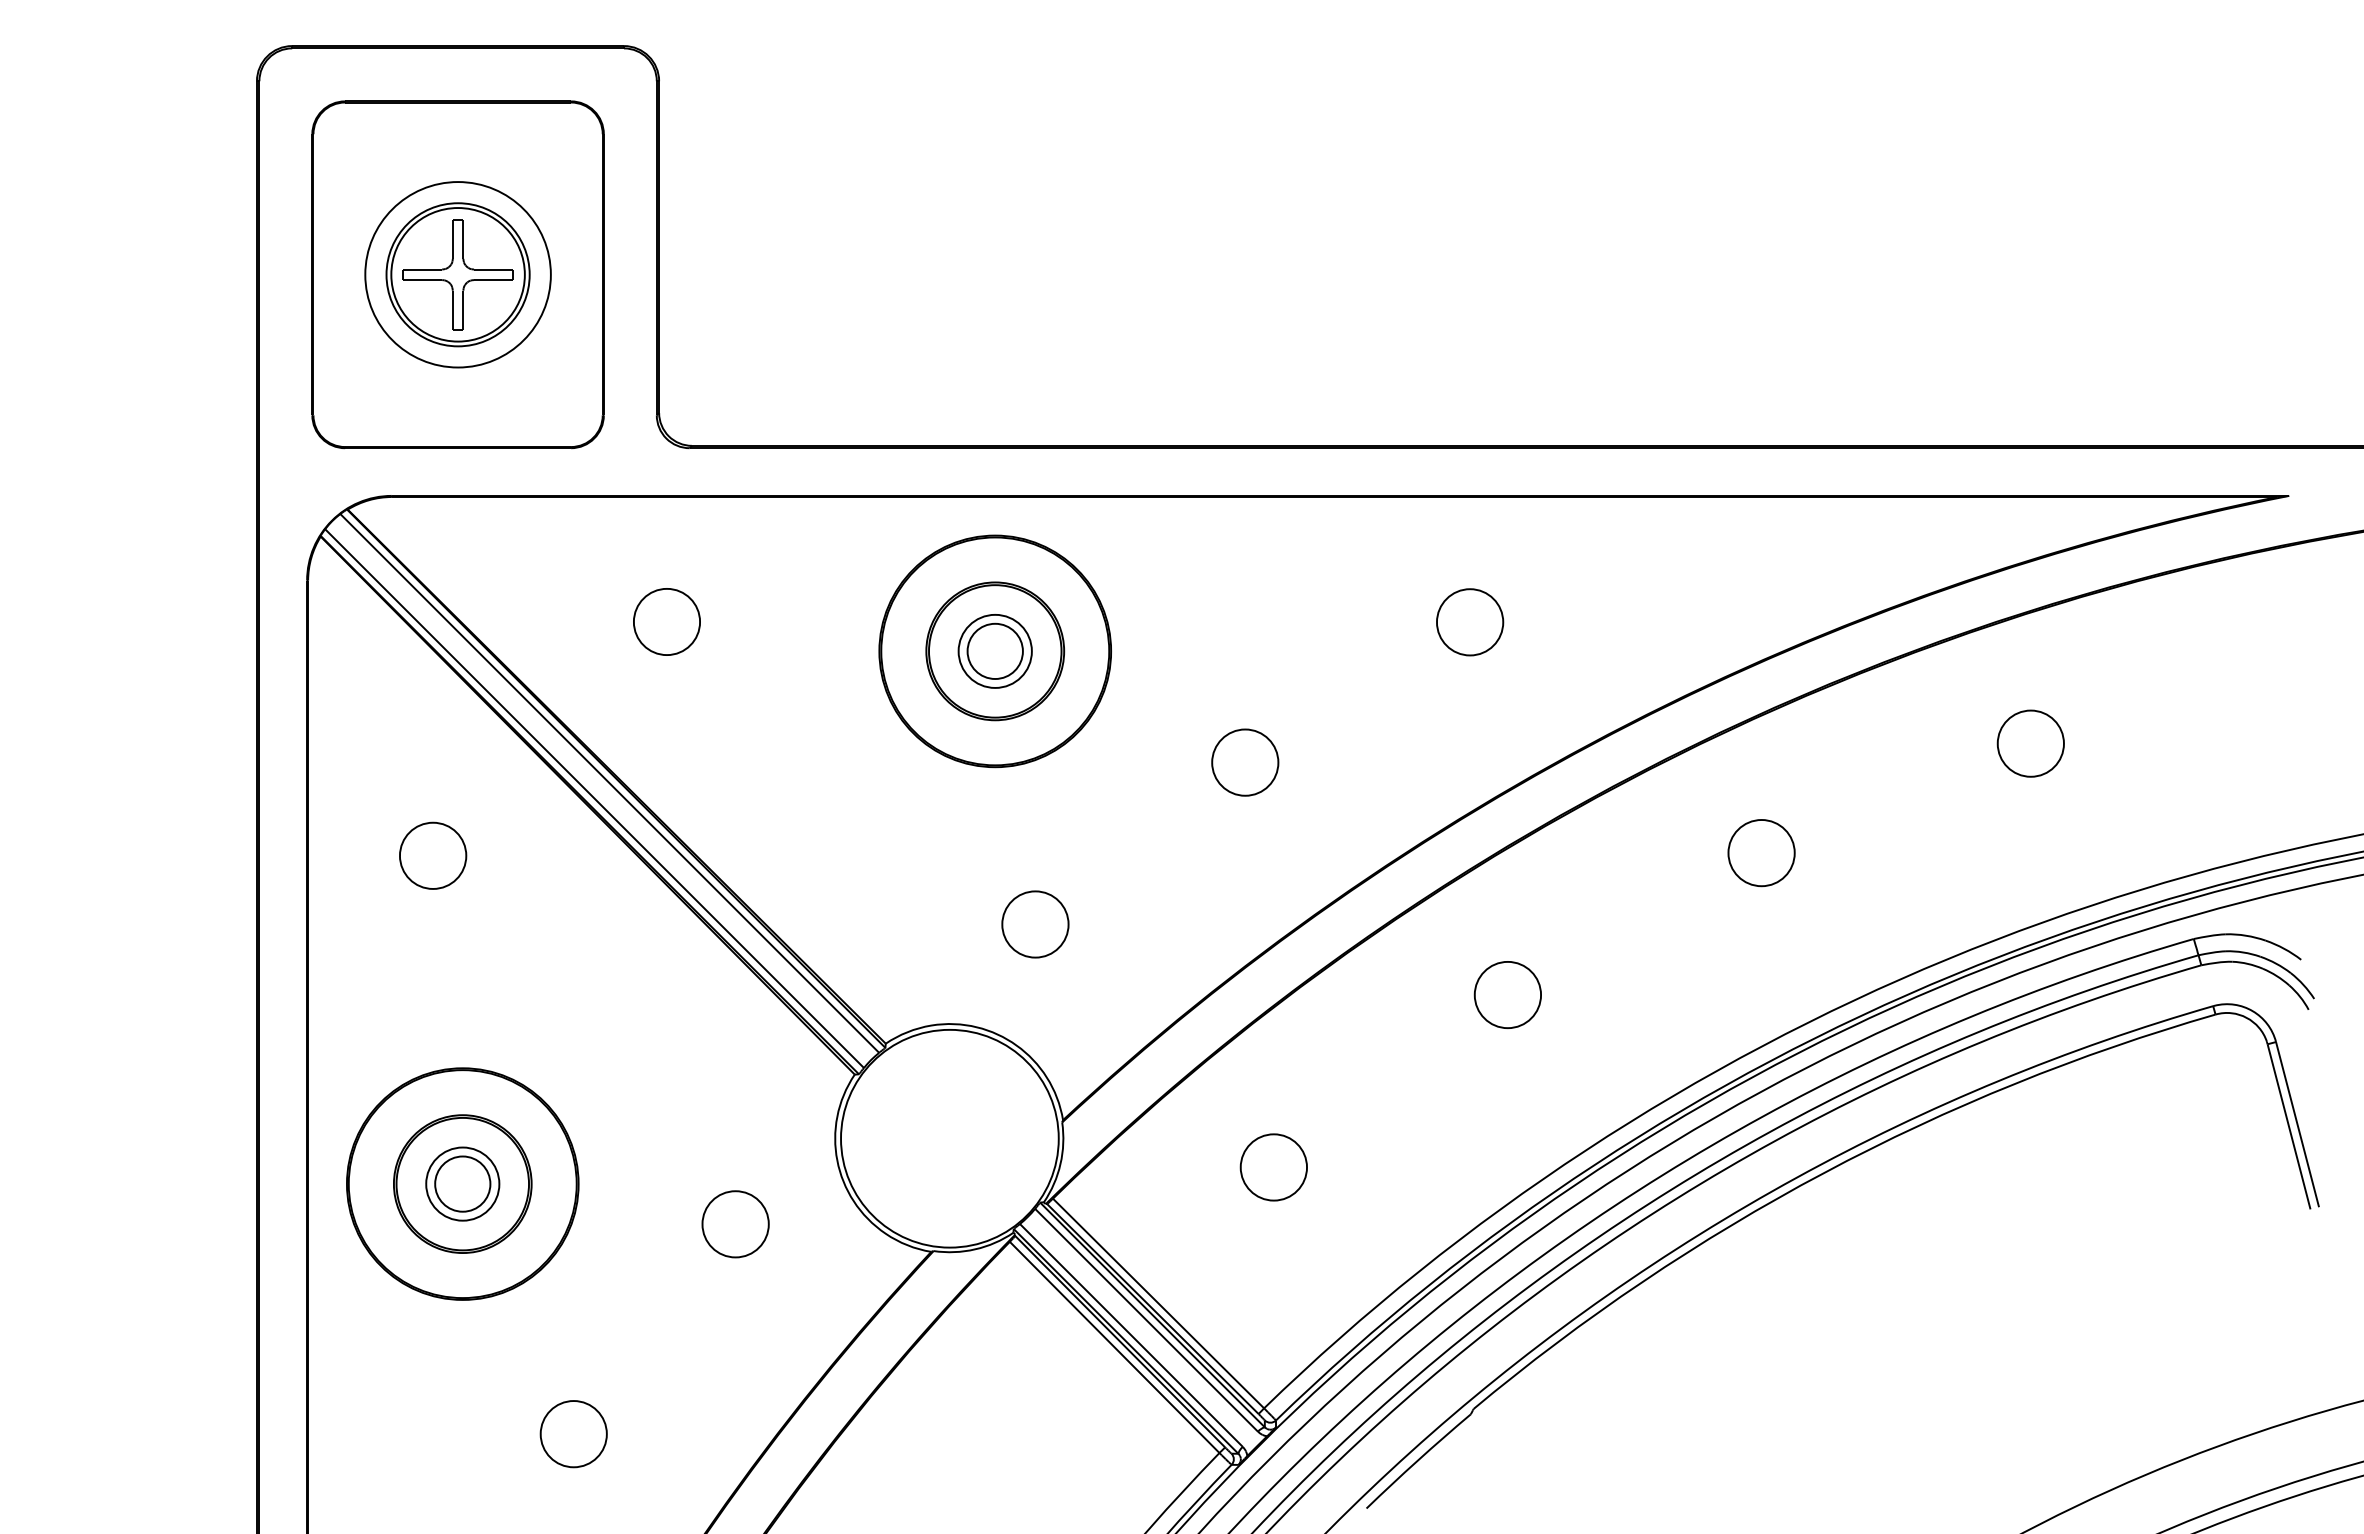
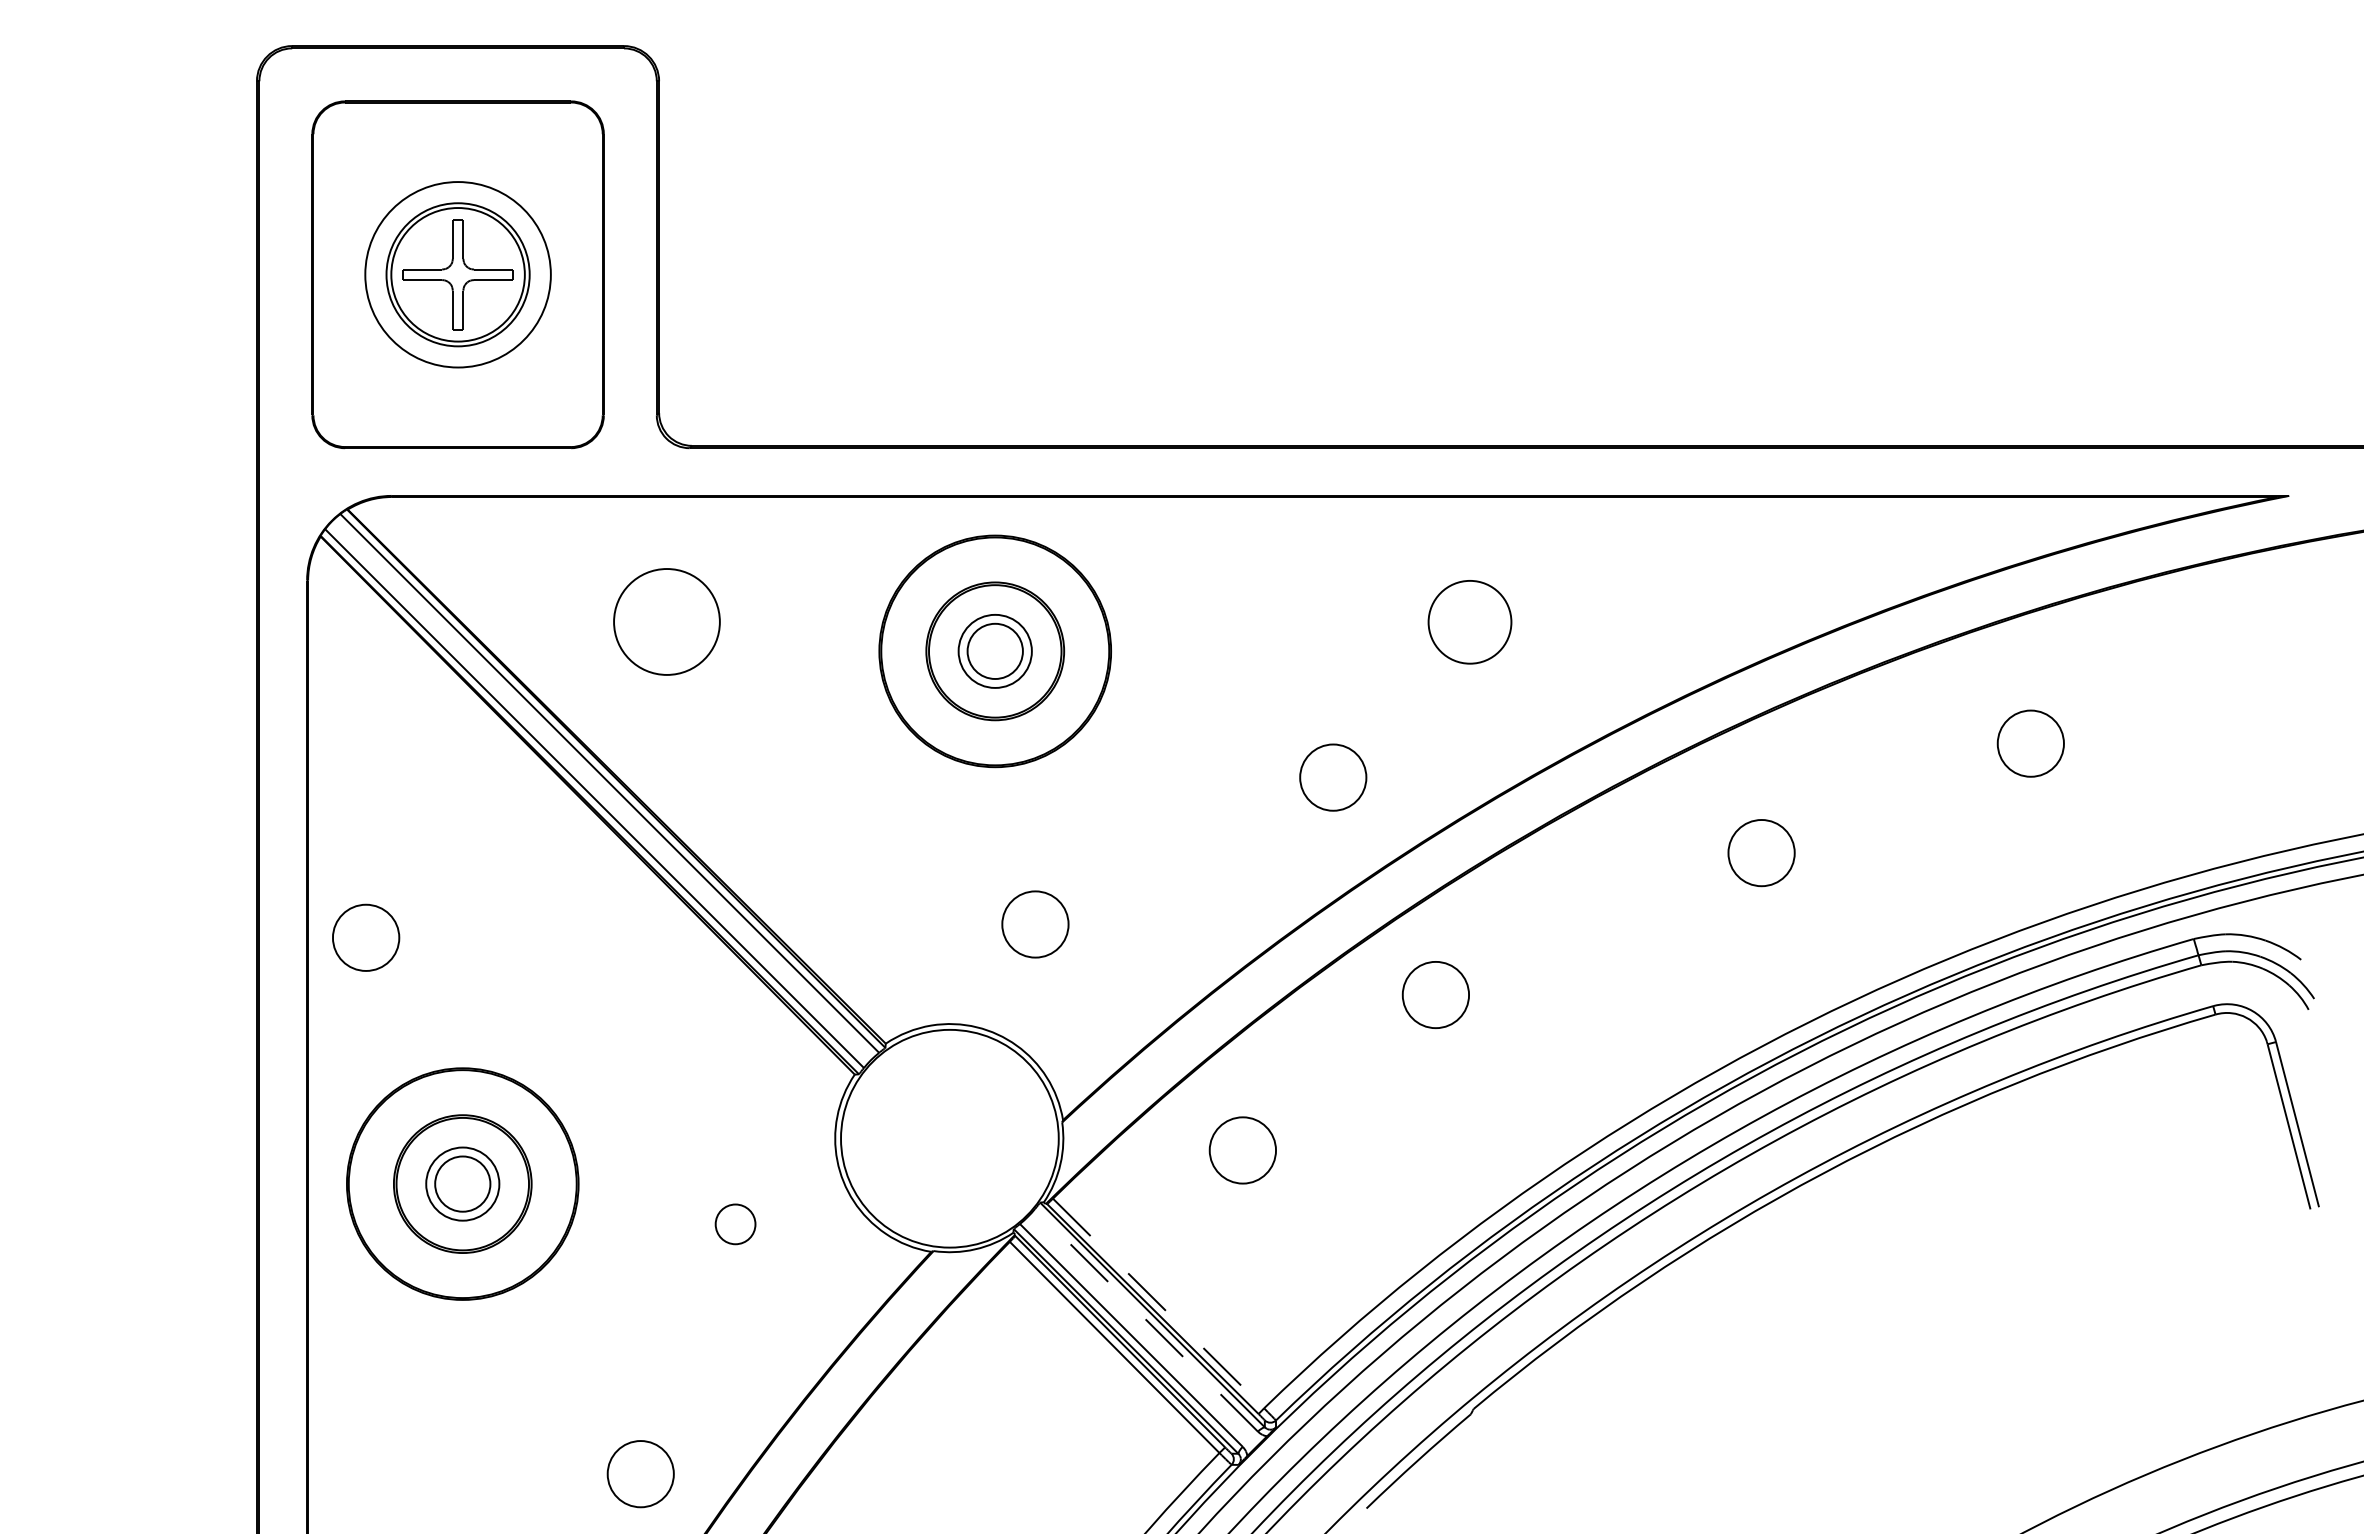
part at (666, 621) size: 68x68 px -> 108x108 px
part at (1470, 622) size: 69x69 px -> 86x85 px
part at (1245, 762) position: (1245, 762) -> (1333, 777)
part at (433, 855) position: (433, 855) -> (366, 937)
part at (1507, 994) position: (1507, 994) -> (1435, 994)
part at (1273, 1167) position: (1273, 1167) -> (1242, 1150)
part at (735, 1224) size: 69x69 px -> 43x43 px
line at (1158, 1303): solid -> dashed
line at (1146, 1320): solid -> dashed
part at (573, 1434) position: (573, 1434) -> (640, 1474)
